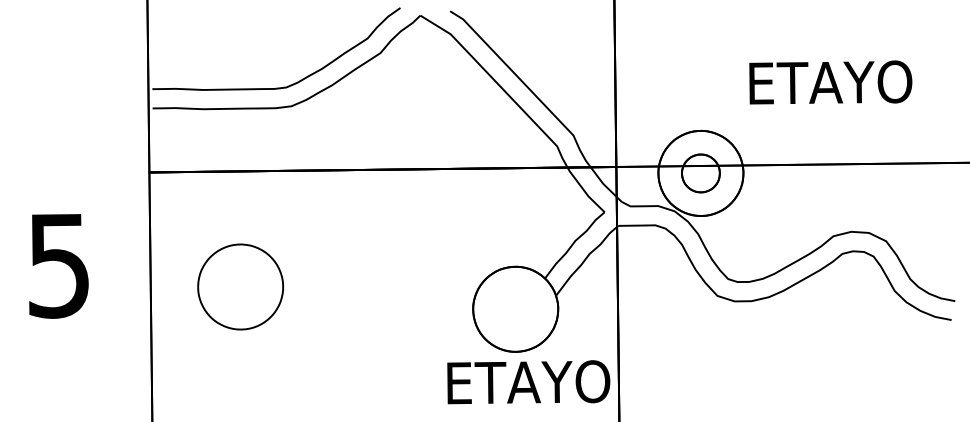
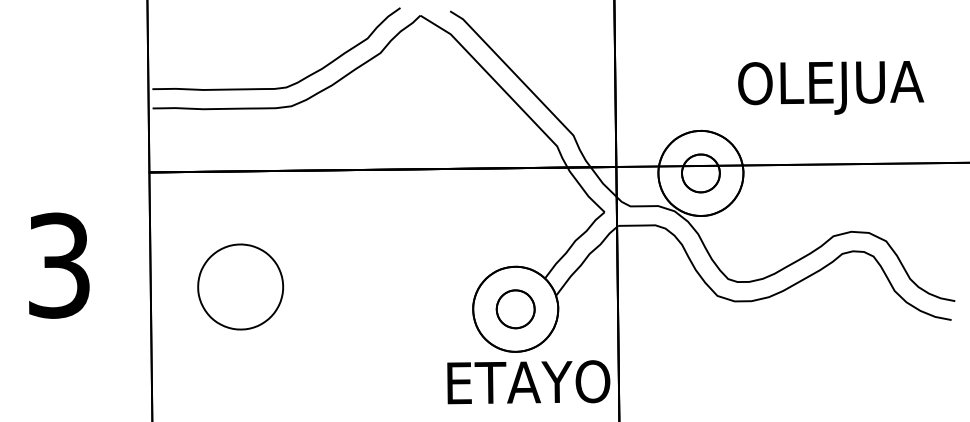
text at (831, 87): ETAYO -> OLEJUA
text at (59, 265): 5 -> 3
part at (515, 309): none -> present
